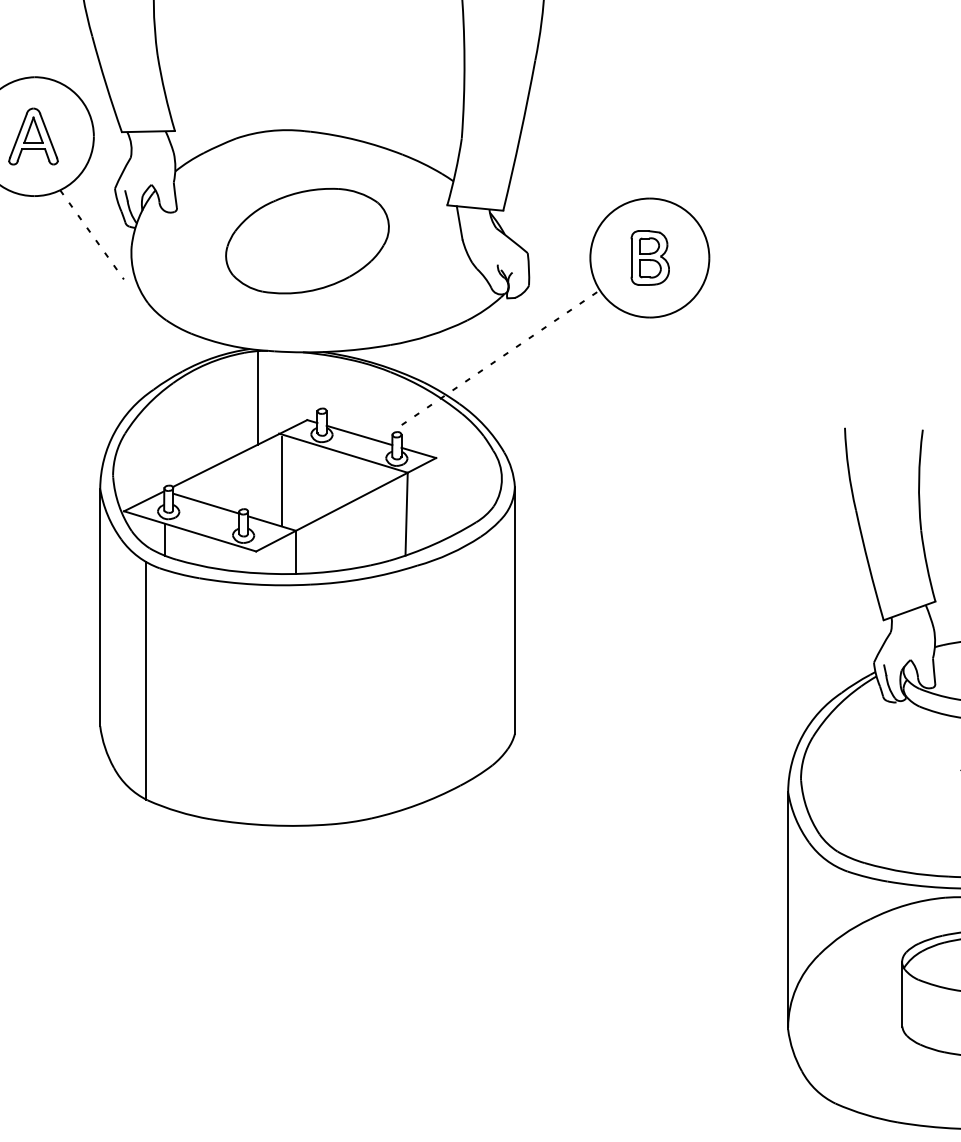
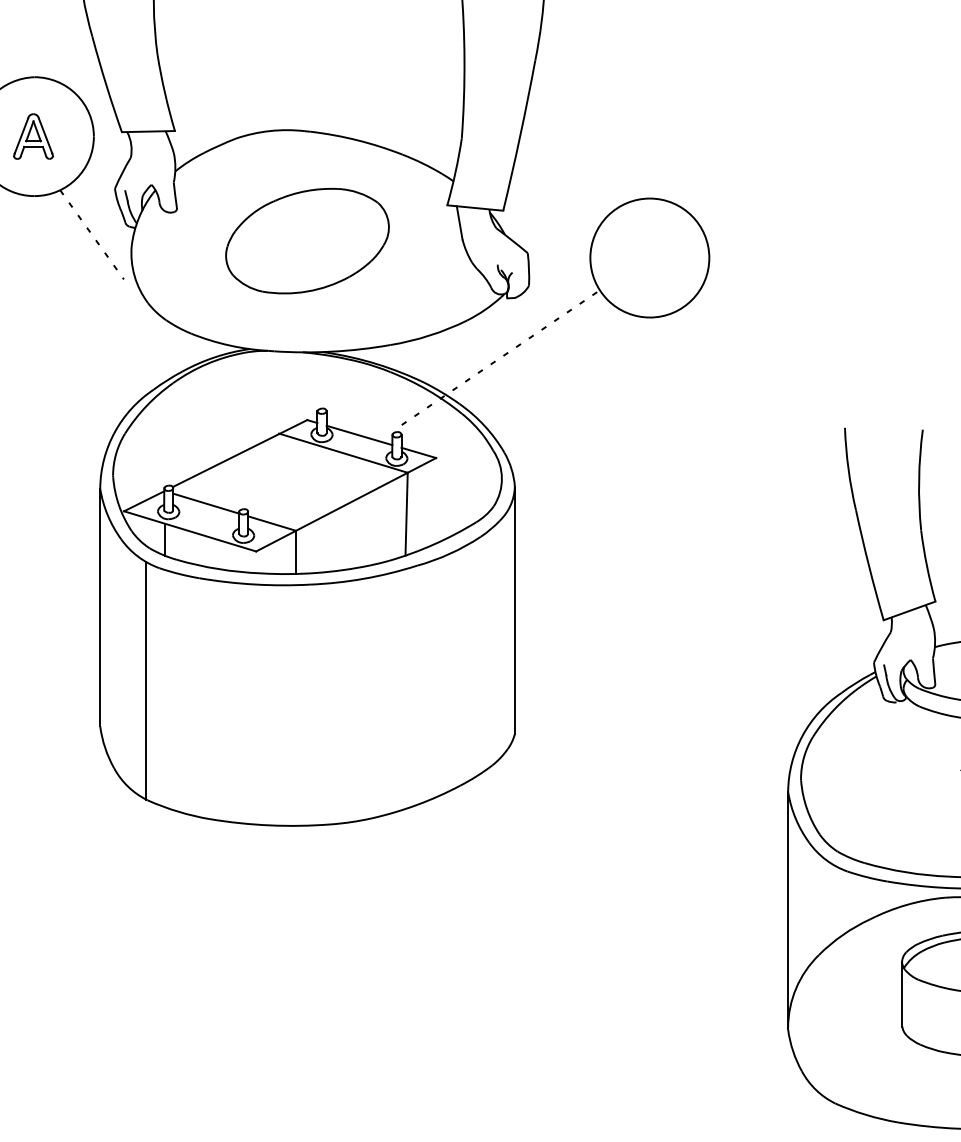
part at (33, 136) size: 51x59 px -> 41x47 px
part at (649, 257): present -> none
line at (257, 397): present -> none
line at (281, 481): present -> none
